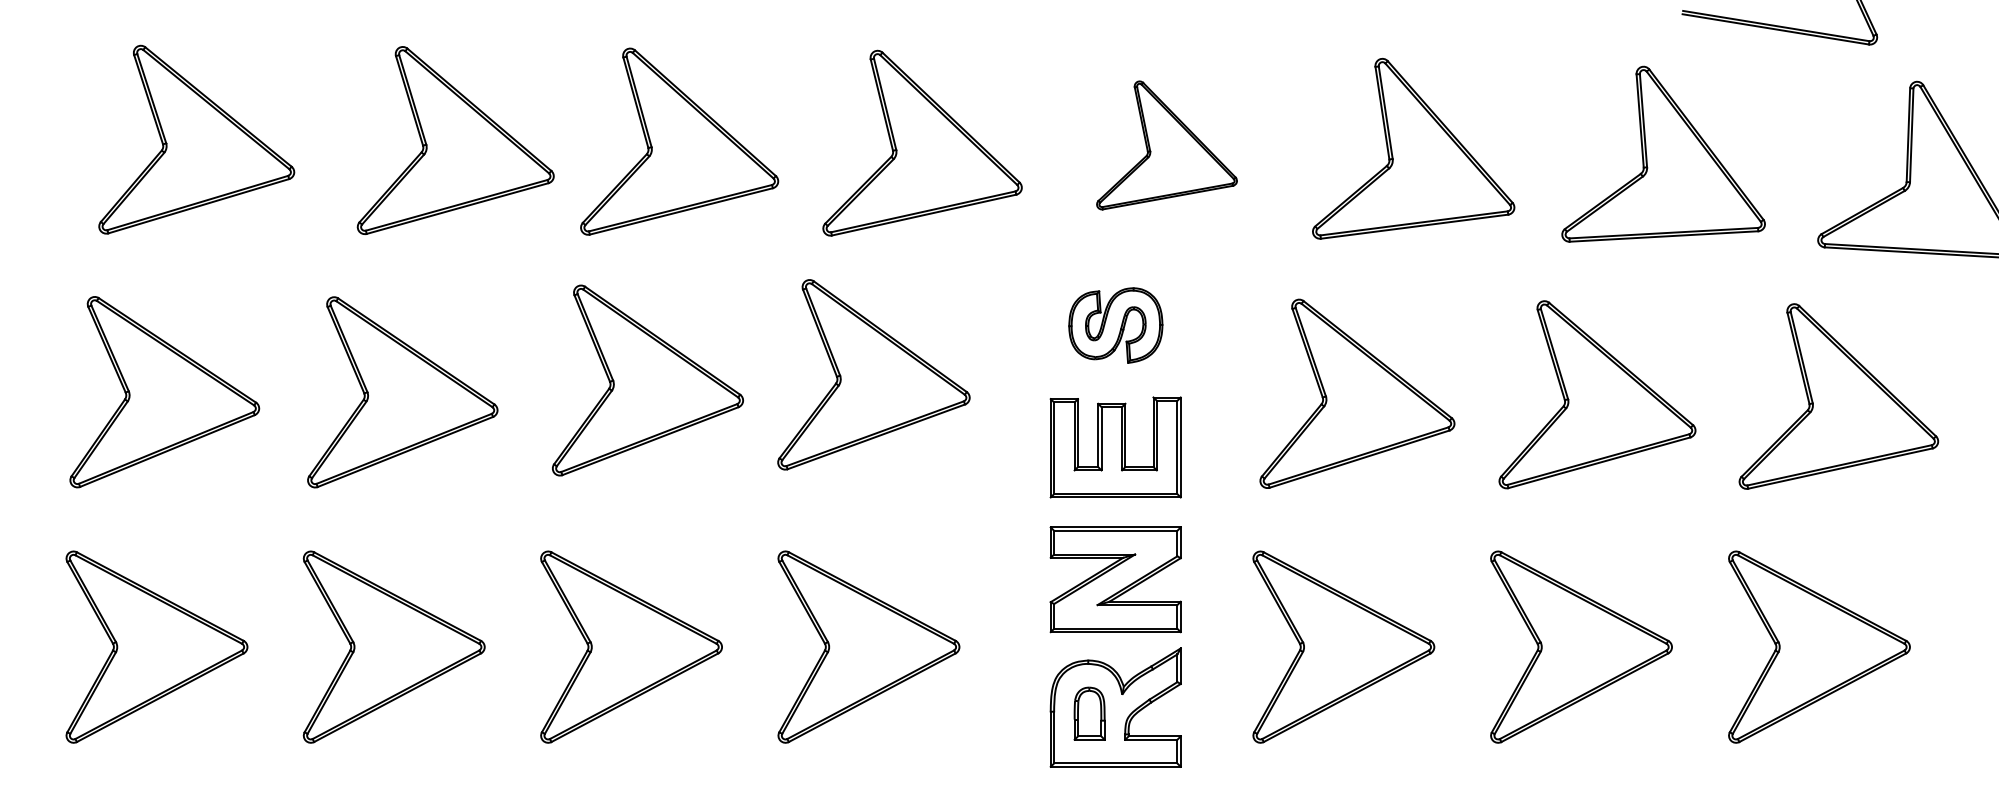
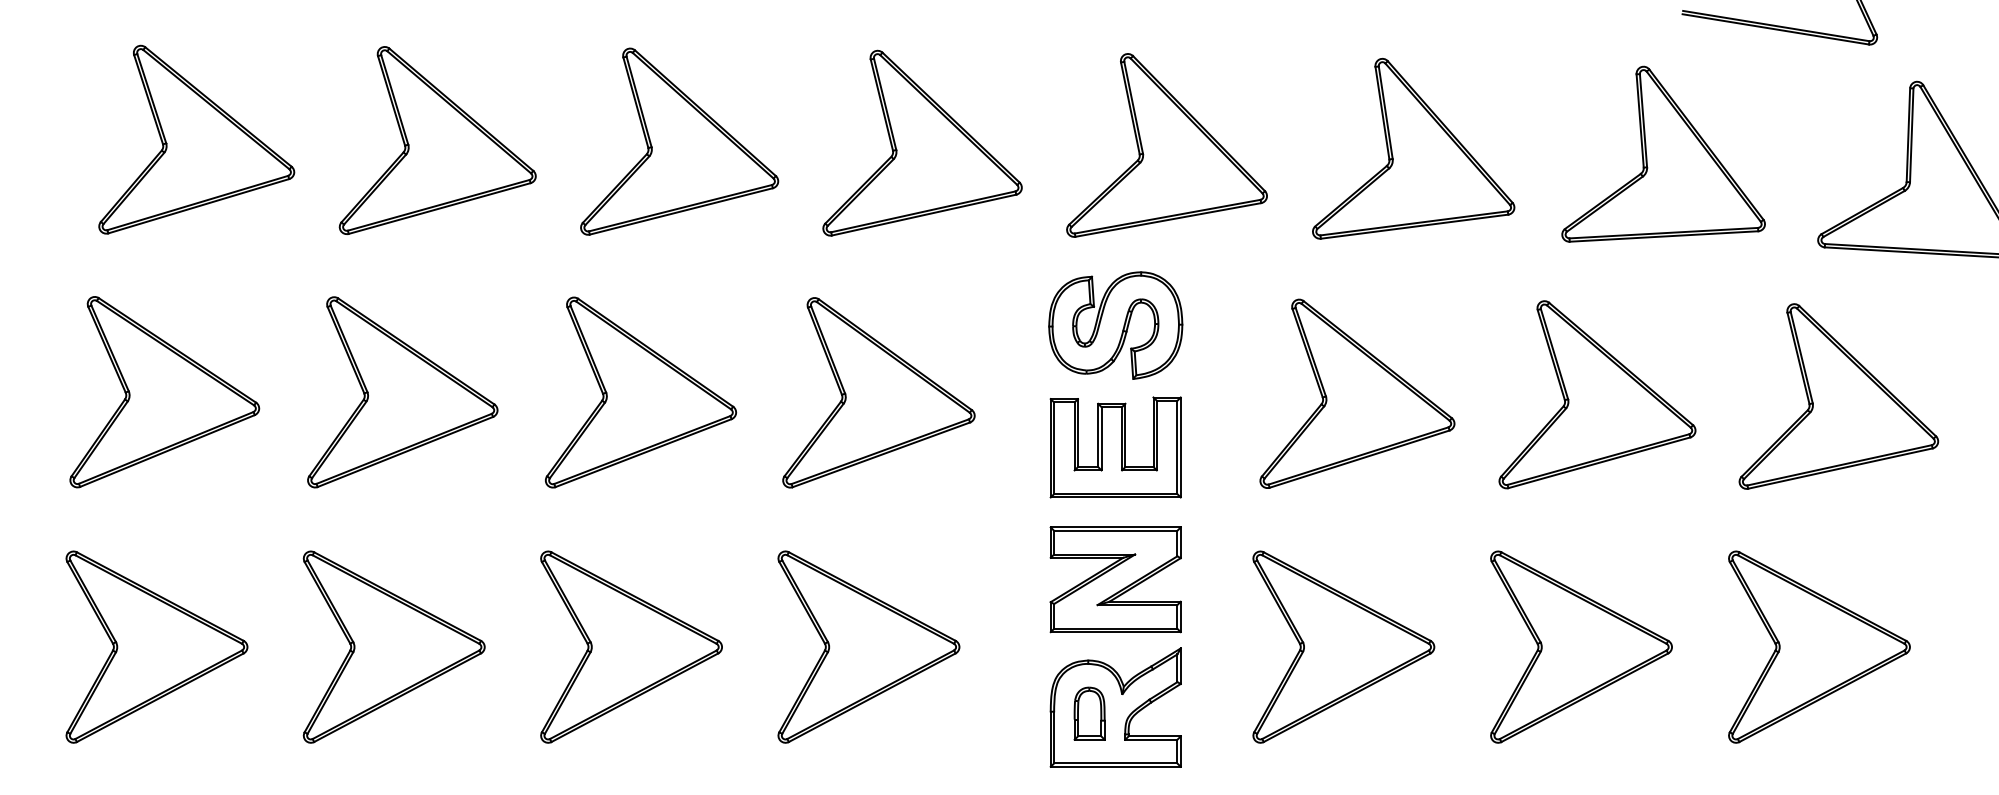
part at (455, 140) position: (455, 140) -> (437, 140)
part at (1166, 145) size: 142x131 px -> 202x185 px
part at (1115, 325) size: 96x77 px -> 136x109 px
part at (873, 374) position: (873, 374) -> (878, 392)
part at (648, 380) position: (648, 380) -> (641, 392)
